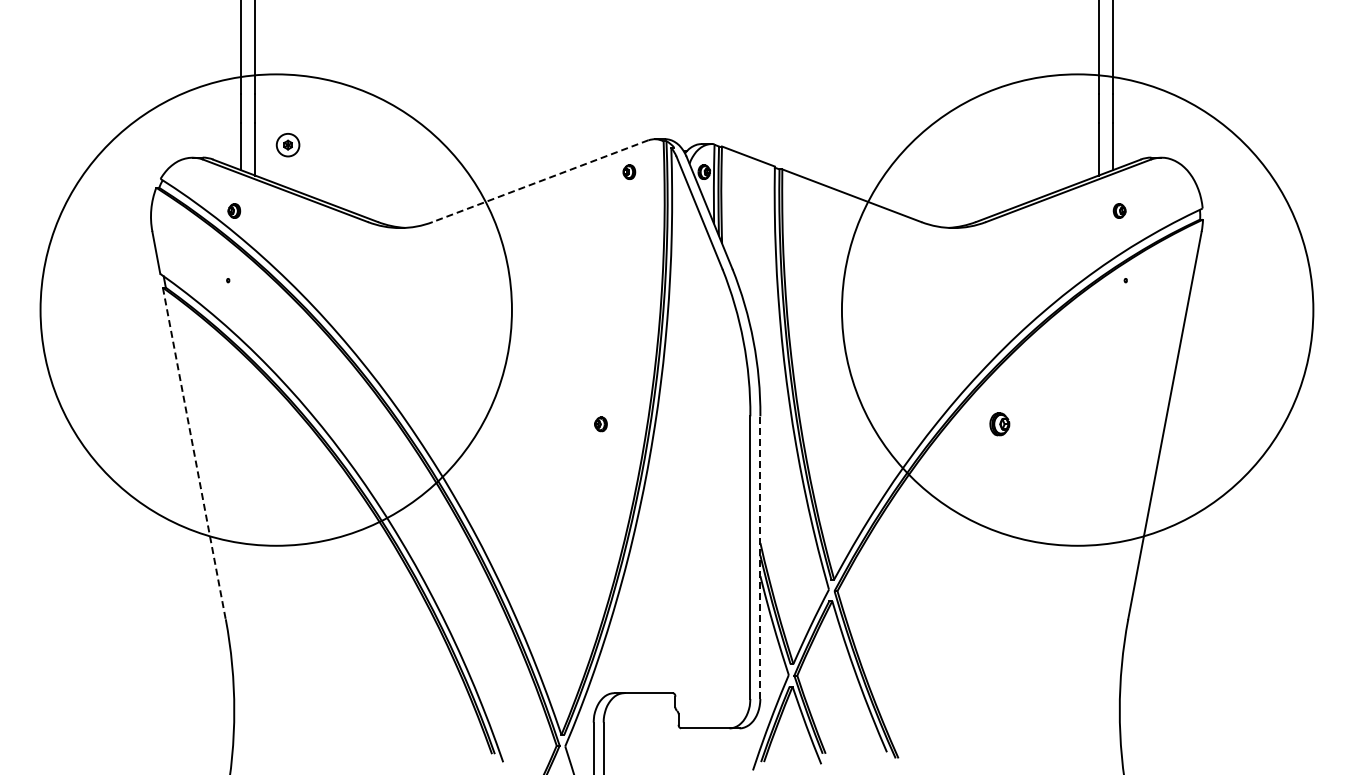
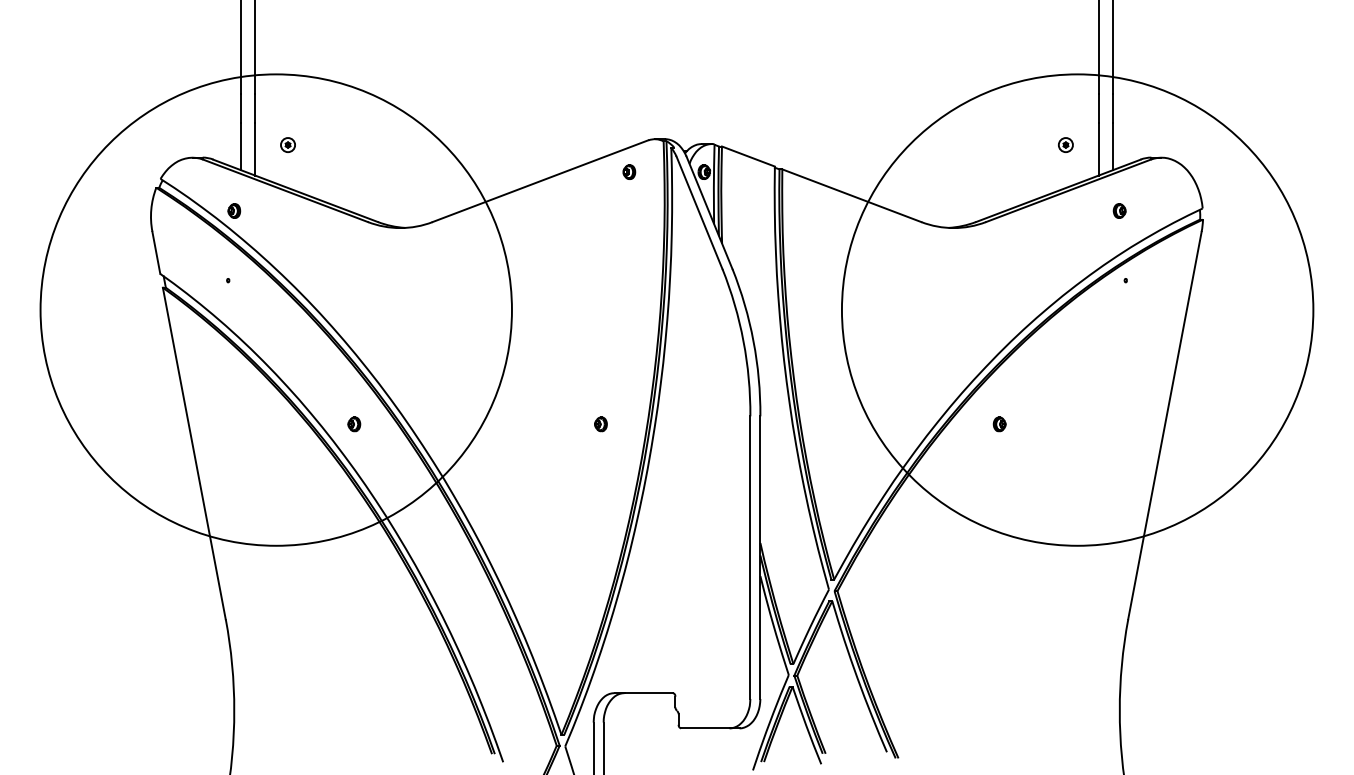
part at (1065, 144): none -> present
part at (287, 145) size: 26x25 px -> 16x16 px
line at (540, 181): dashed -> solid
part at (354, 424): none -> present
part at (999, 424) size: 22x25 px -> 15x17 px
line at (194, 453): dashed -> solid
line at (760, 557): dashed -> solid
